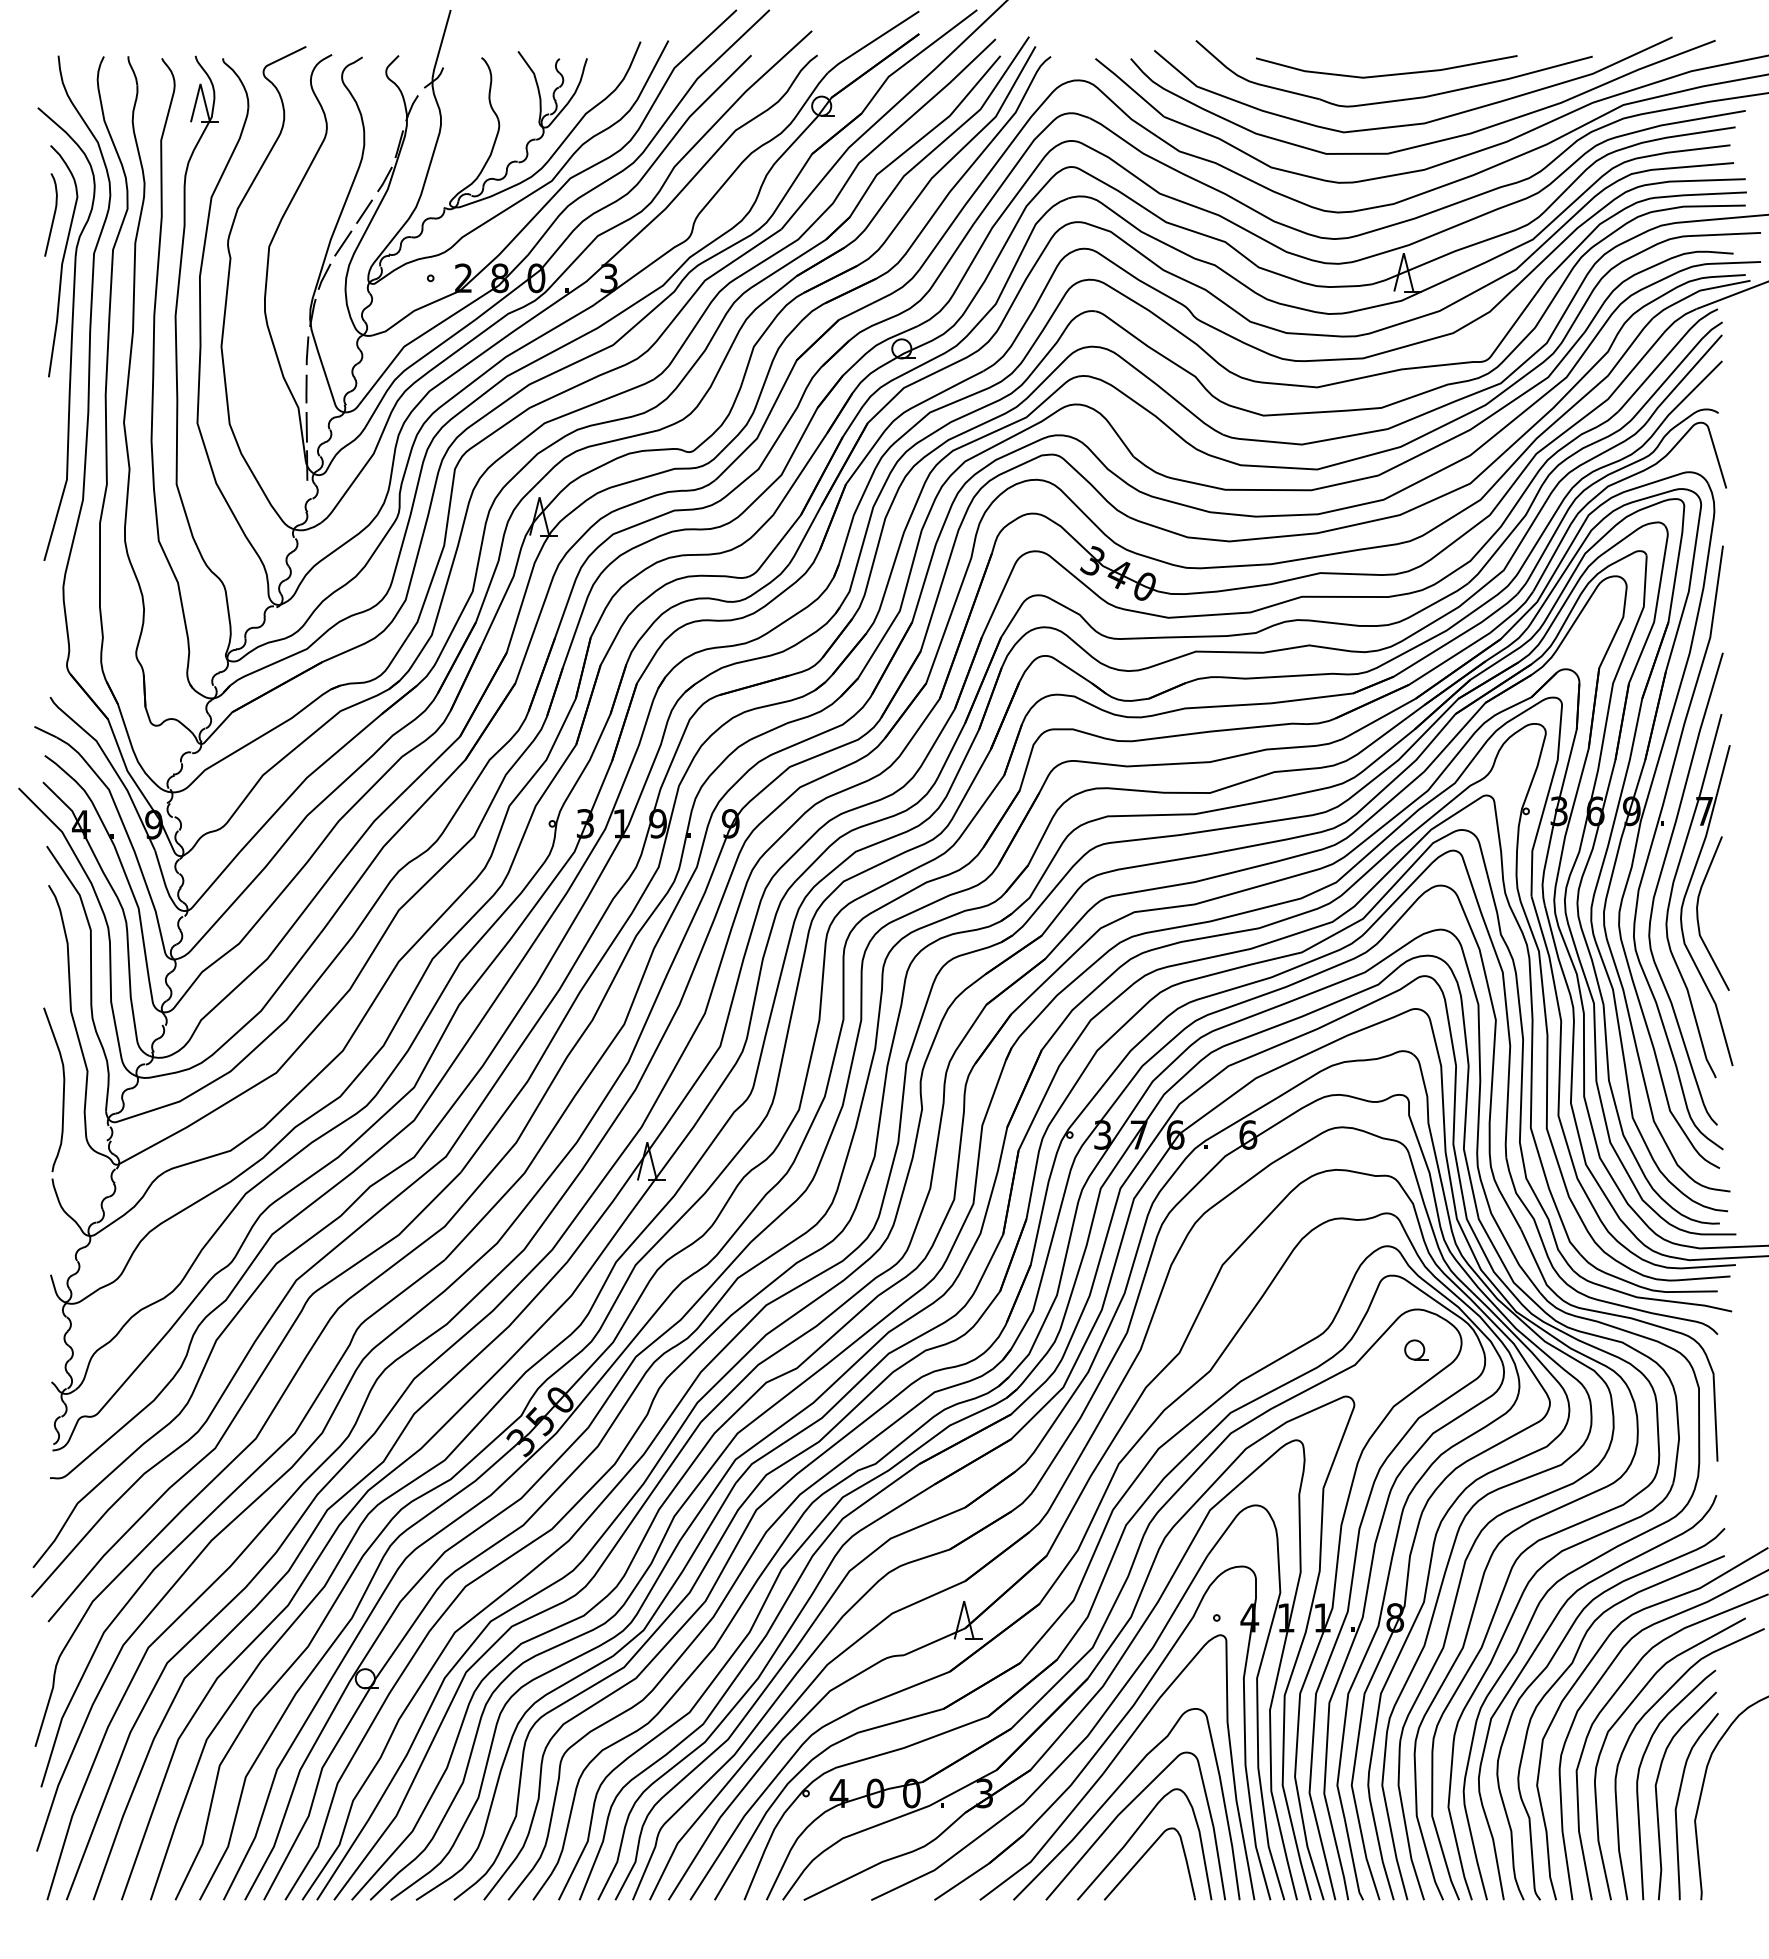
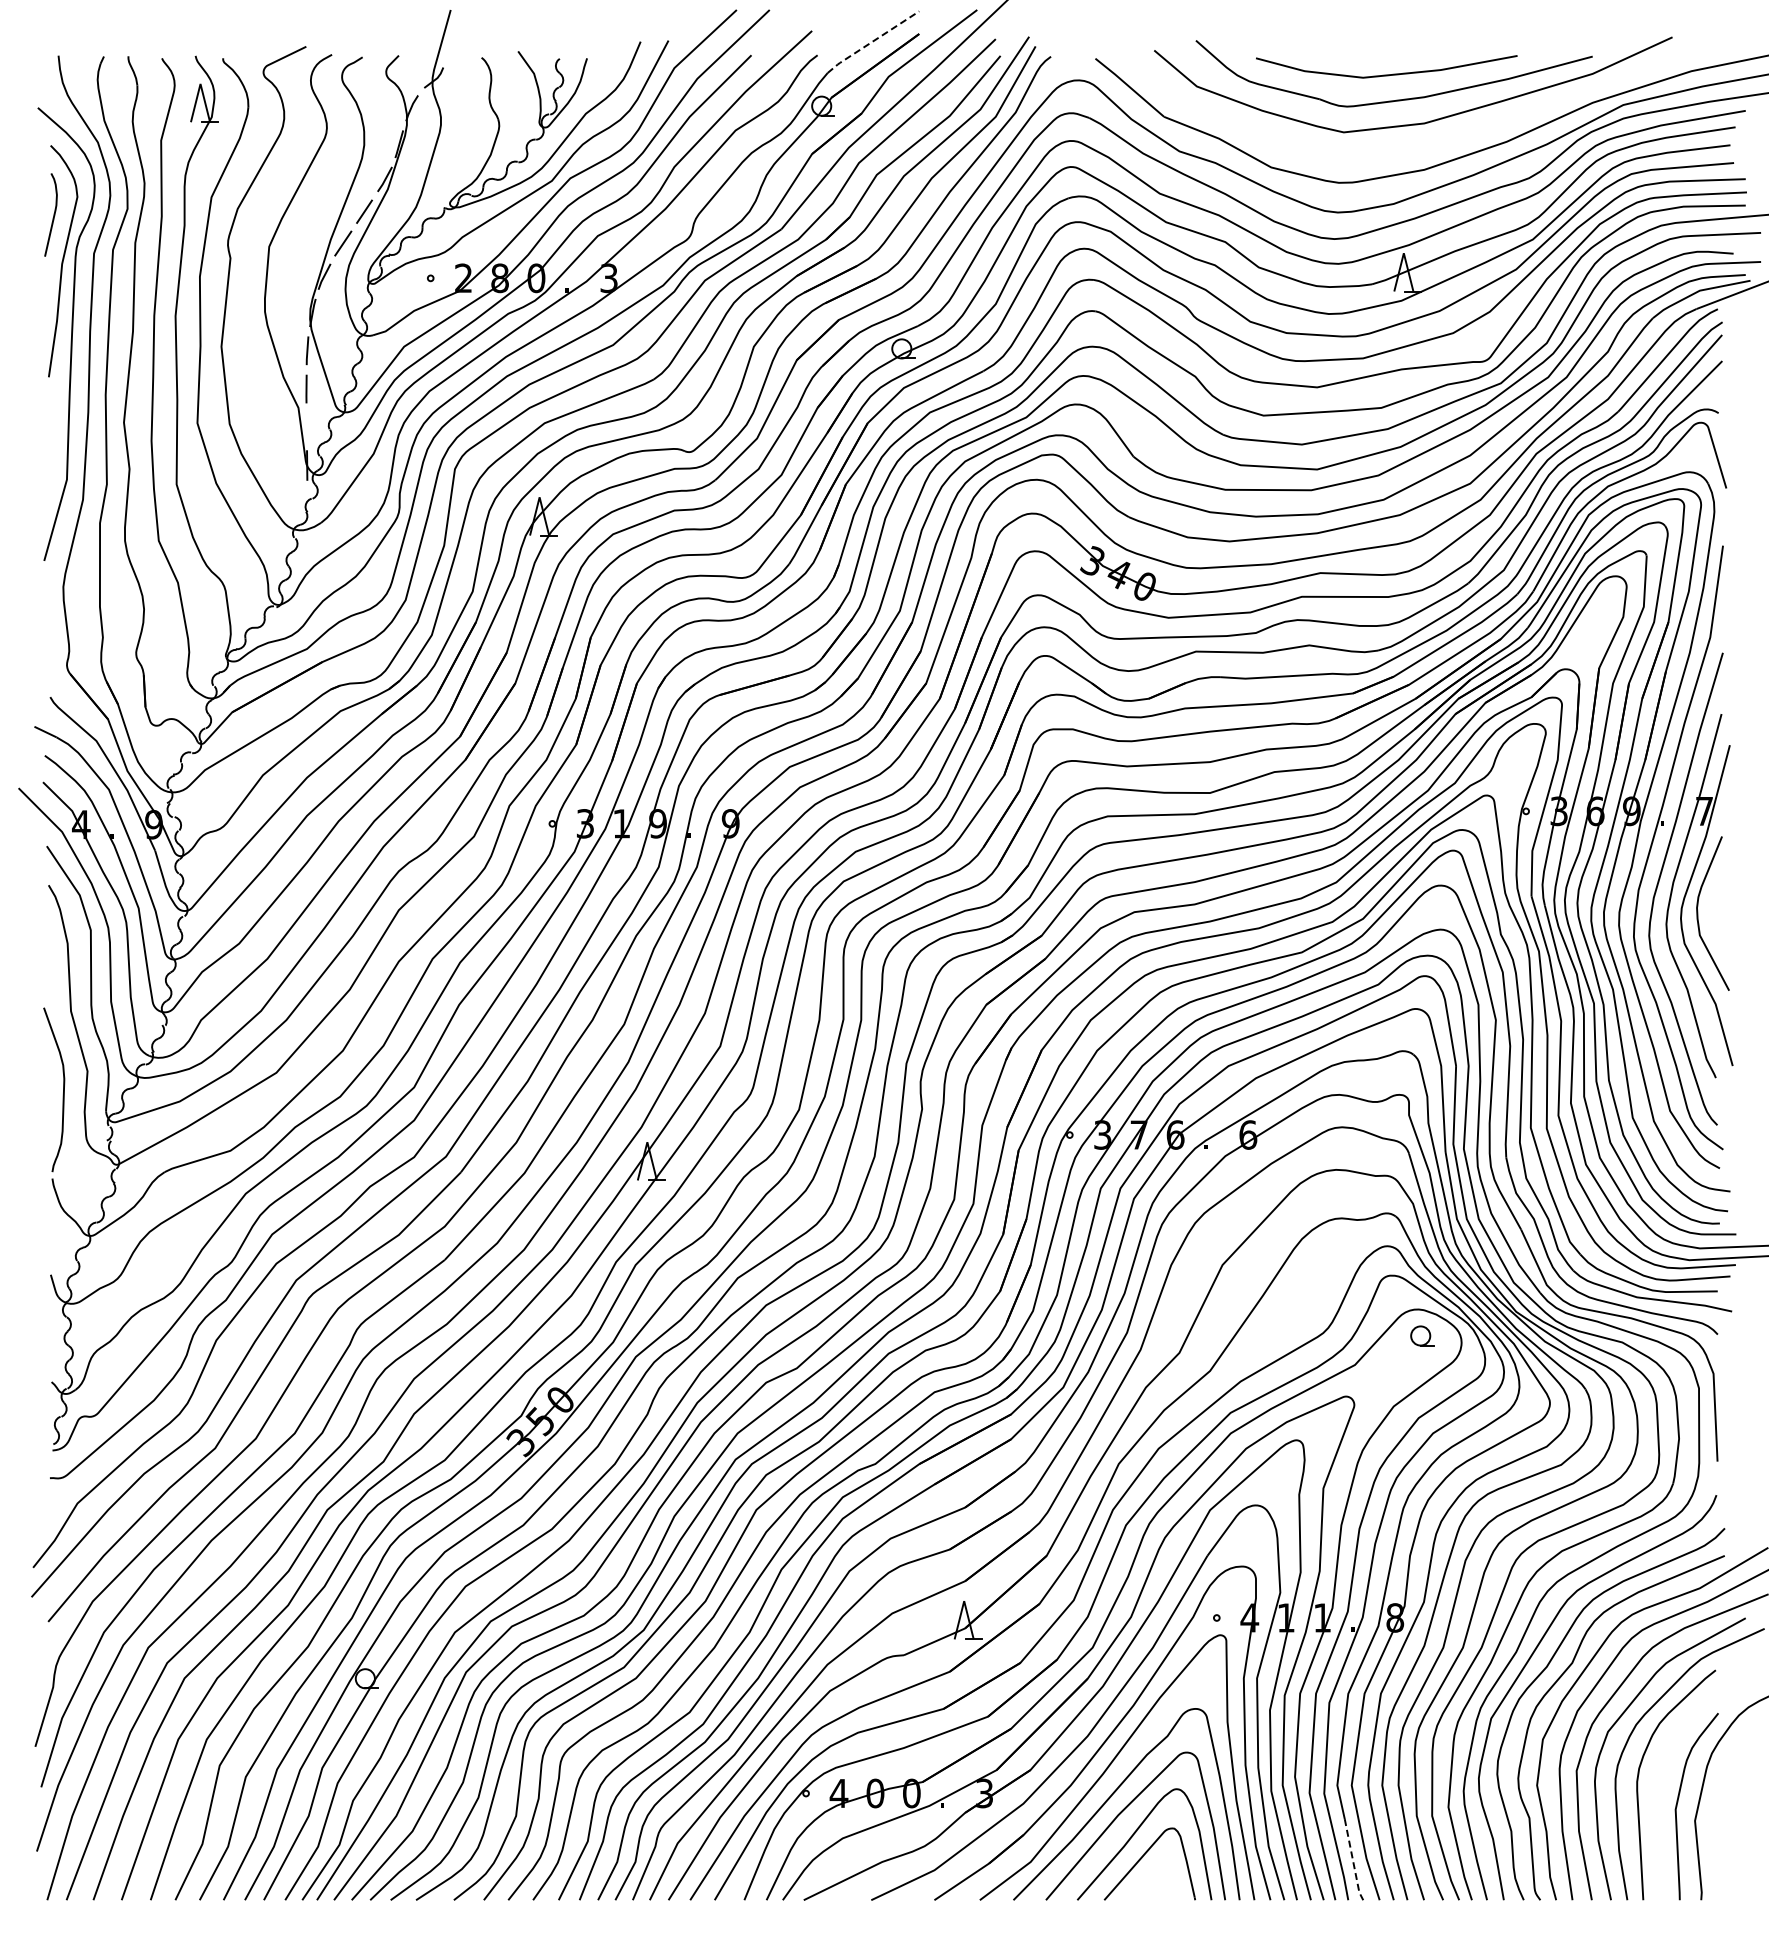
line at (871, 42): solid -> dashed
curve at (1432, 141): present -> none
line at (306, 426): present -> none
part at (1416, 1349) position: (1416, 1349) -> (1422, 1335)
curve at (1657, 1795): present -> none
line at (1353, 1861): solid -> dashed
